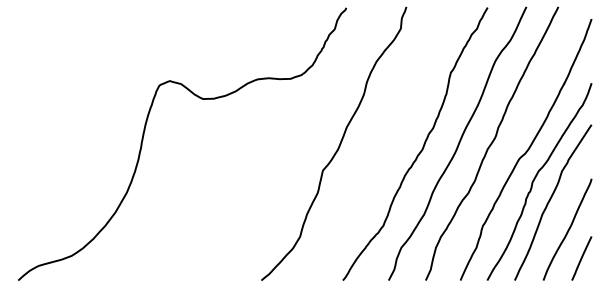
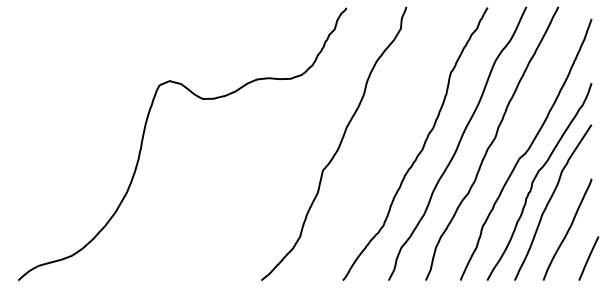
line at (581, 258) position: (581, 258) -> (588, 258)
